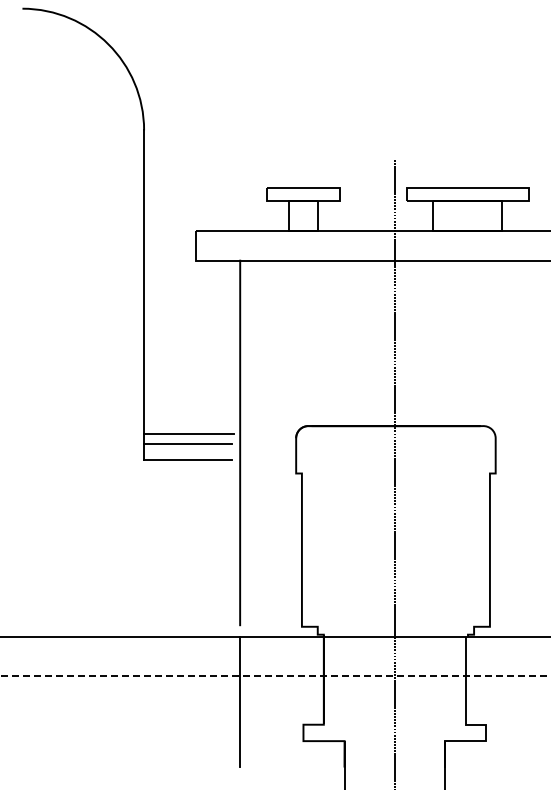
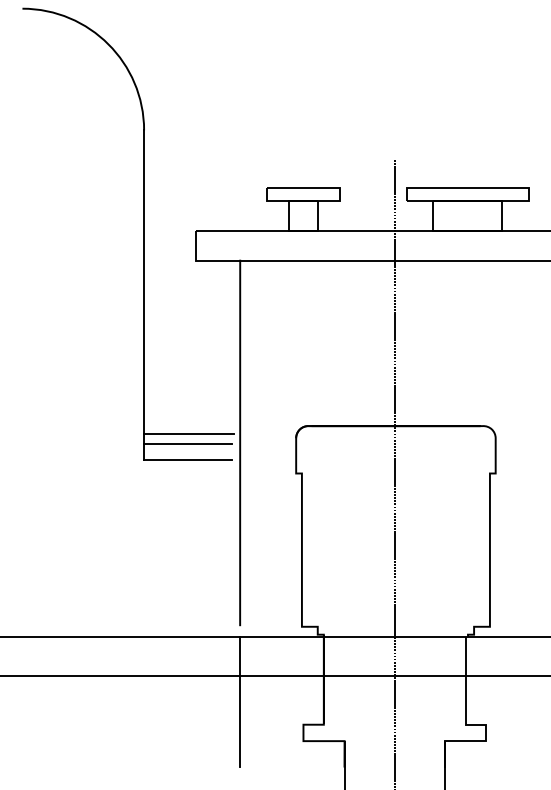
line at (275, 675): dashed -> solid
